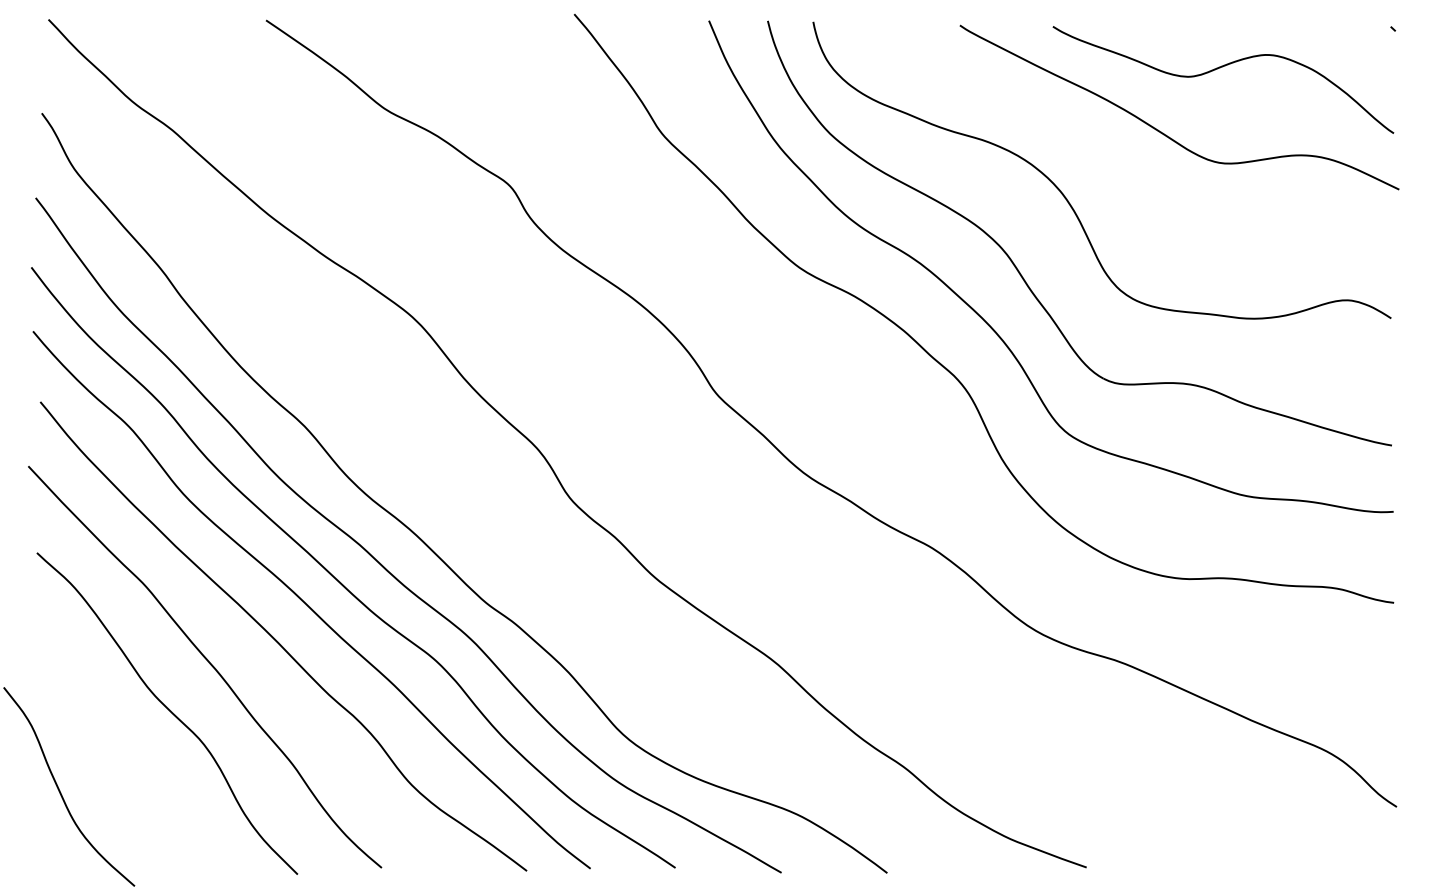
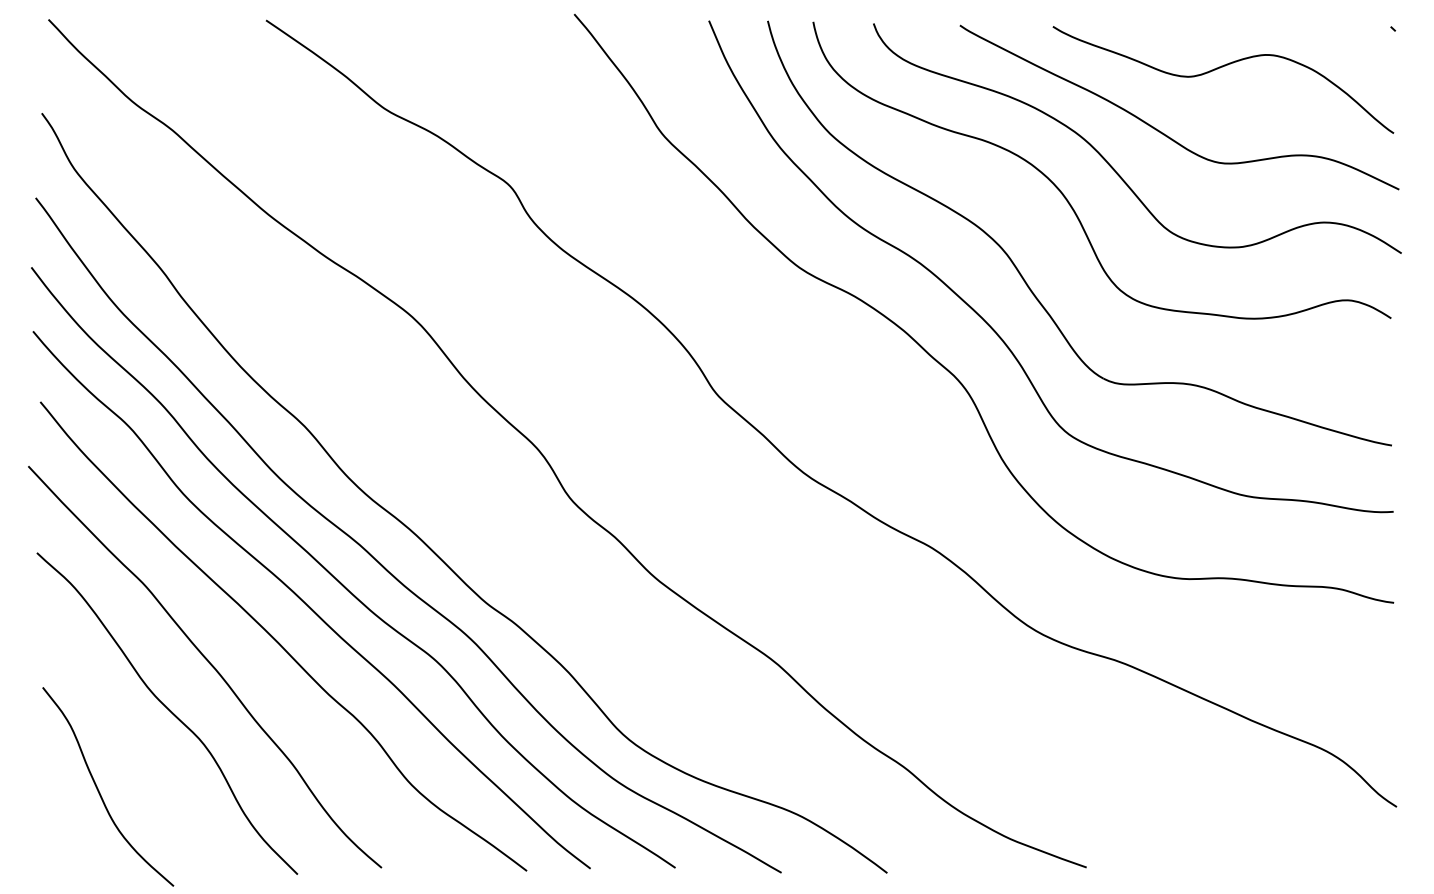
curve at (1106, 159): none -> present
curve at (60, 790) position: (60, 790) -> (99, 790)
